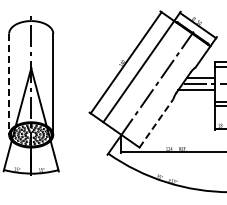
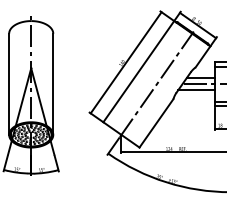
line at (9, 84): dashed -> solid
line at (156, 123): dashed -> solid
